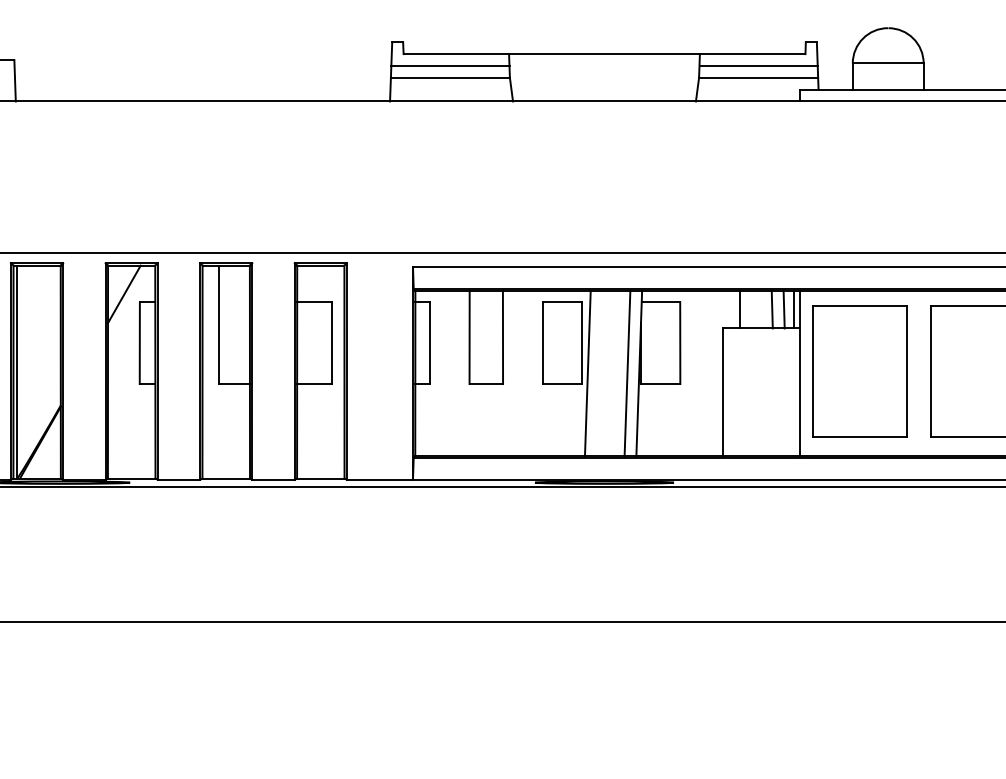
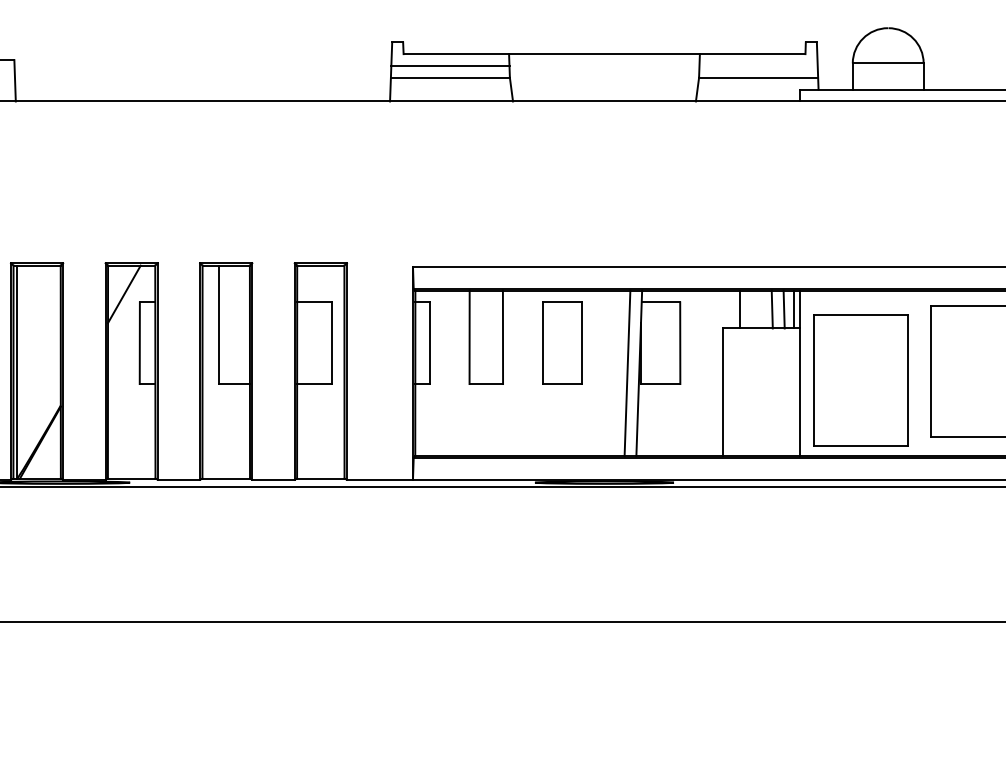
line at (758, 65): present -> none
line at (502, 253): present -> none
part at (859, 371) position: (859, 371) -> (860, 380)
line at (587, 373): present -> none
